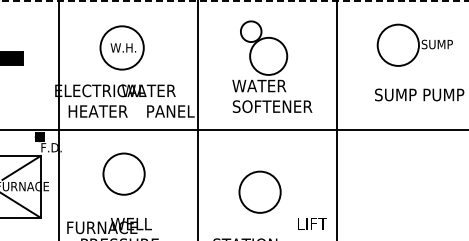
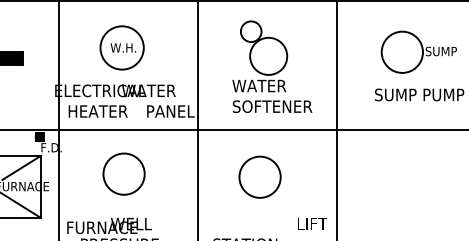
line at (234, 0): dashed -> solid
part at (414, 44) position: (414, 44) -> (418, 51)
circle at (259, 191) position: (259, 191) -> (259, 176)
